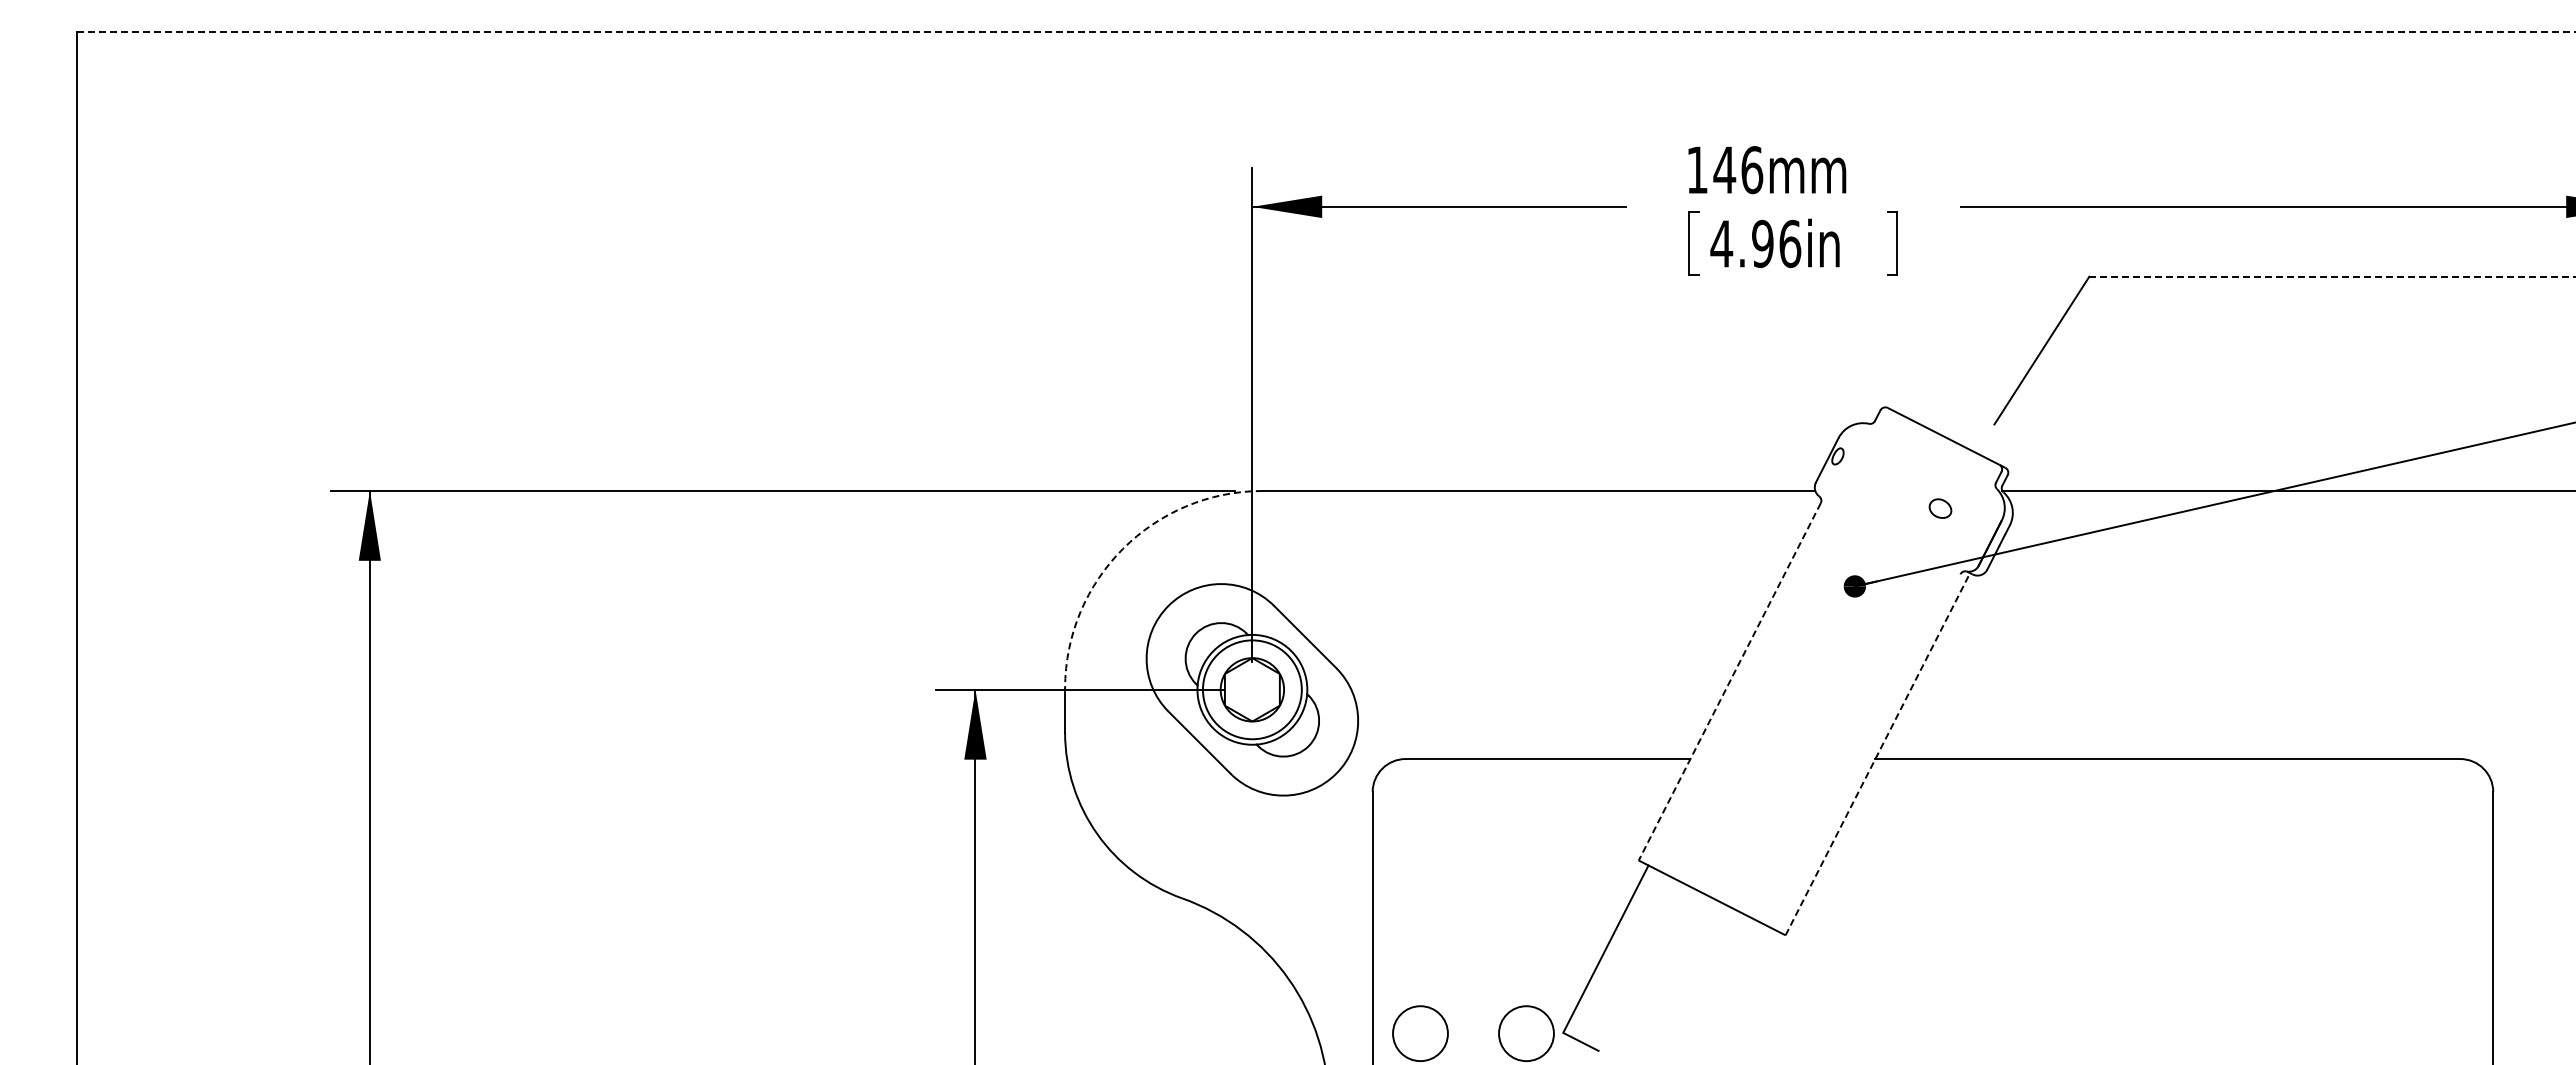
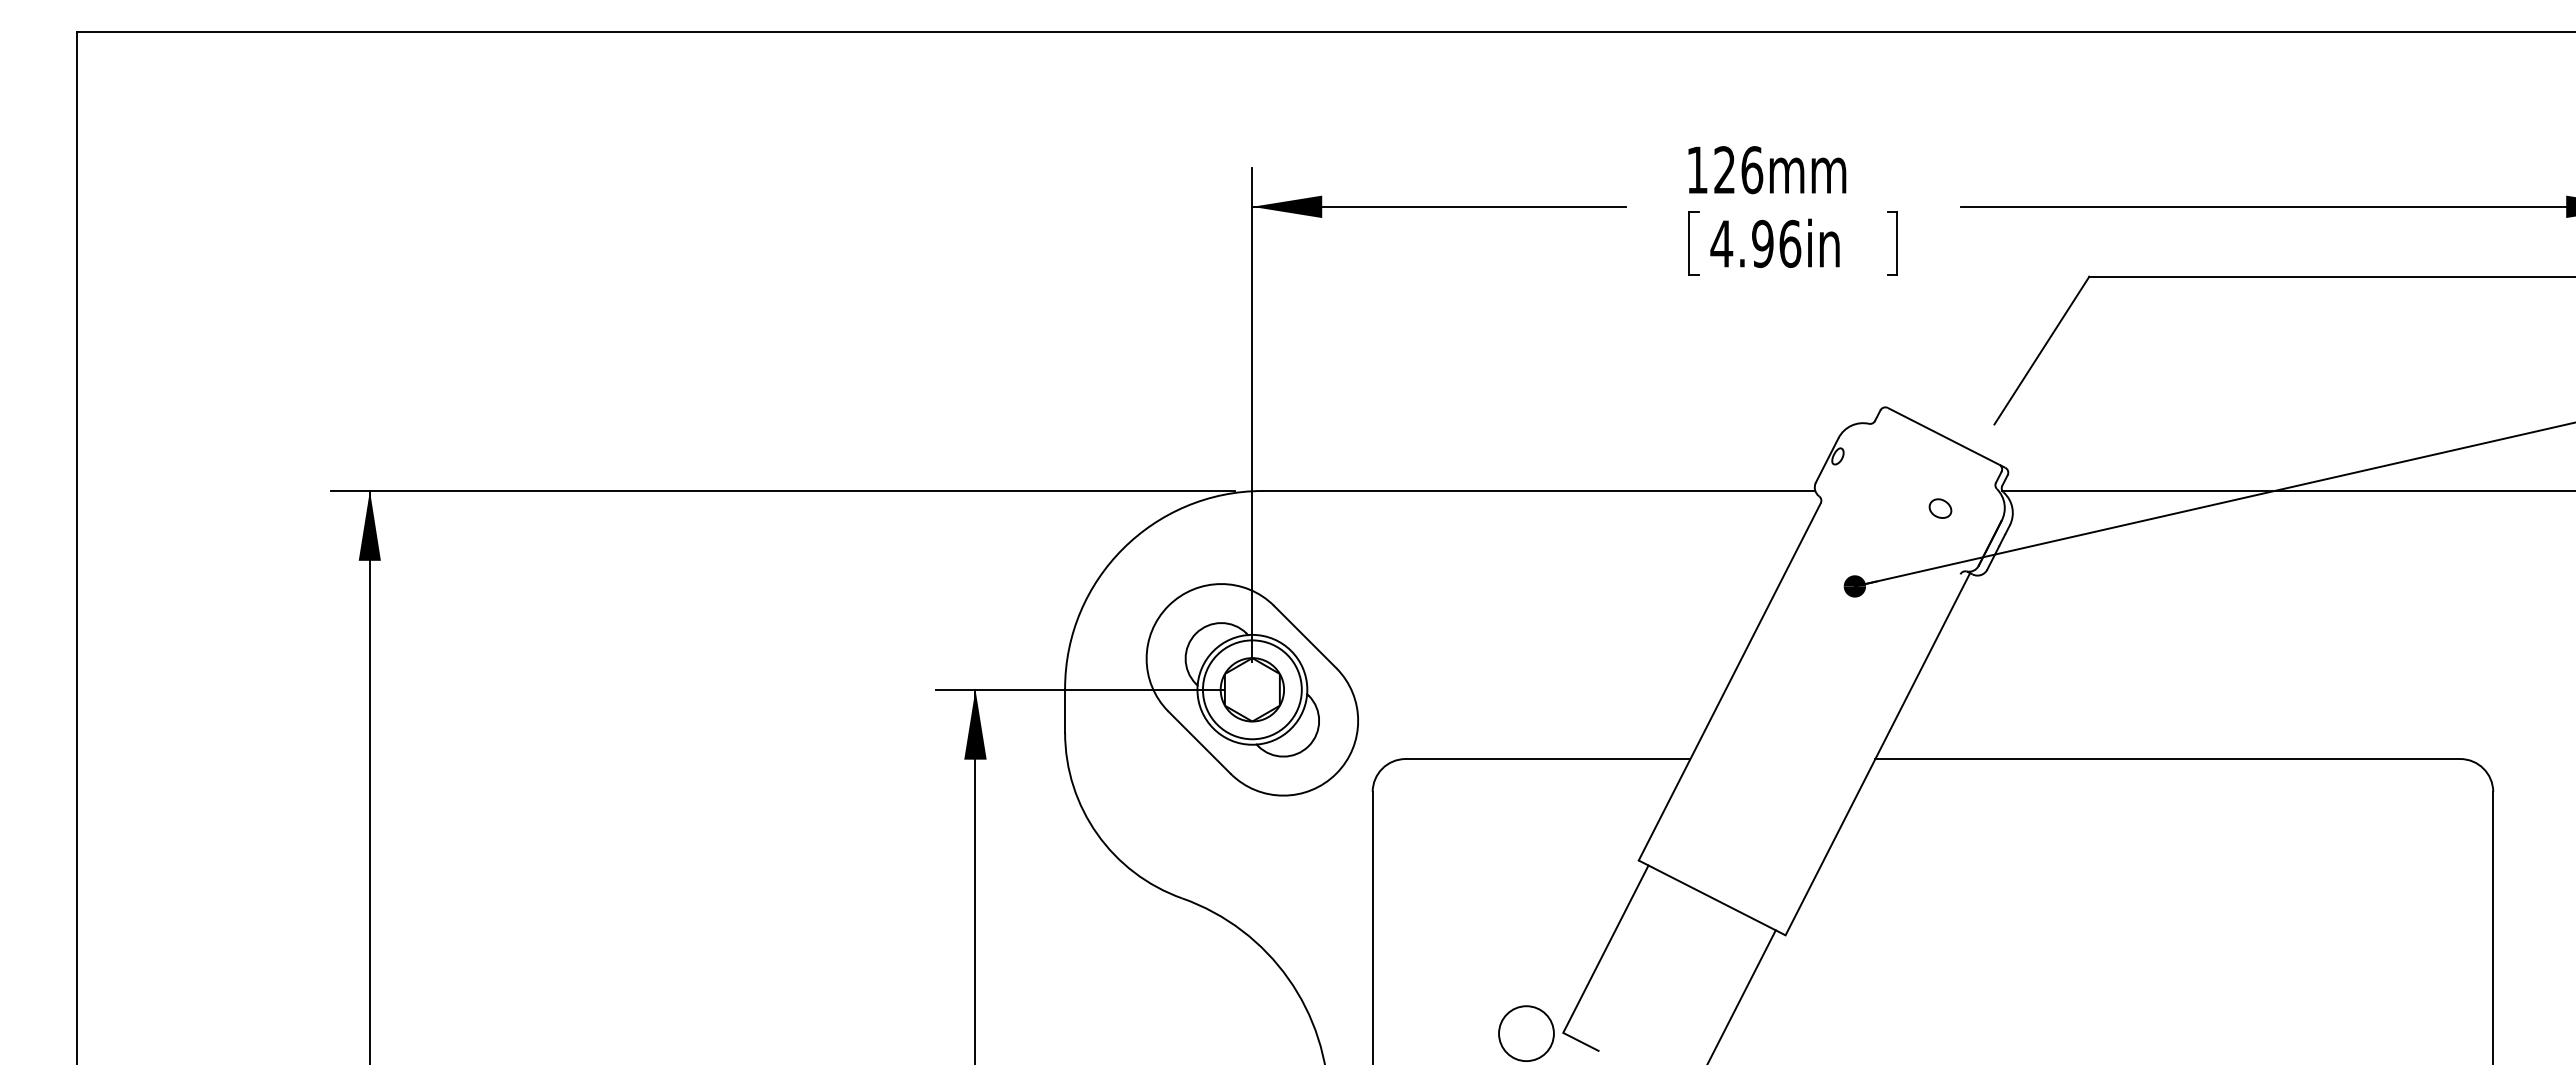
line at (1326, 31): dashed -> solid
text at (1724, 169): 146mm -> 126mm
line at (2332, 276): dashed -> solid
arc at (1123, 548): dashed -> solid
line at (1729, 682): dashed -> solid
line at (1878, 753): dashed -> solid
line at (1741, 995): none -> present
circle at (1420, 1033): present -> none
